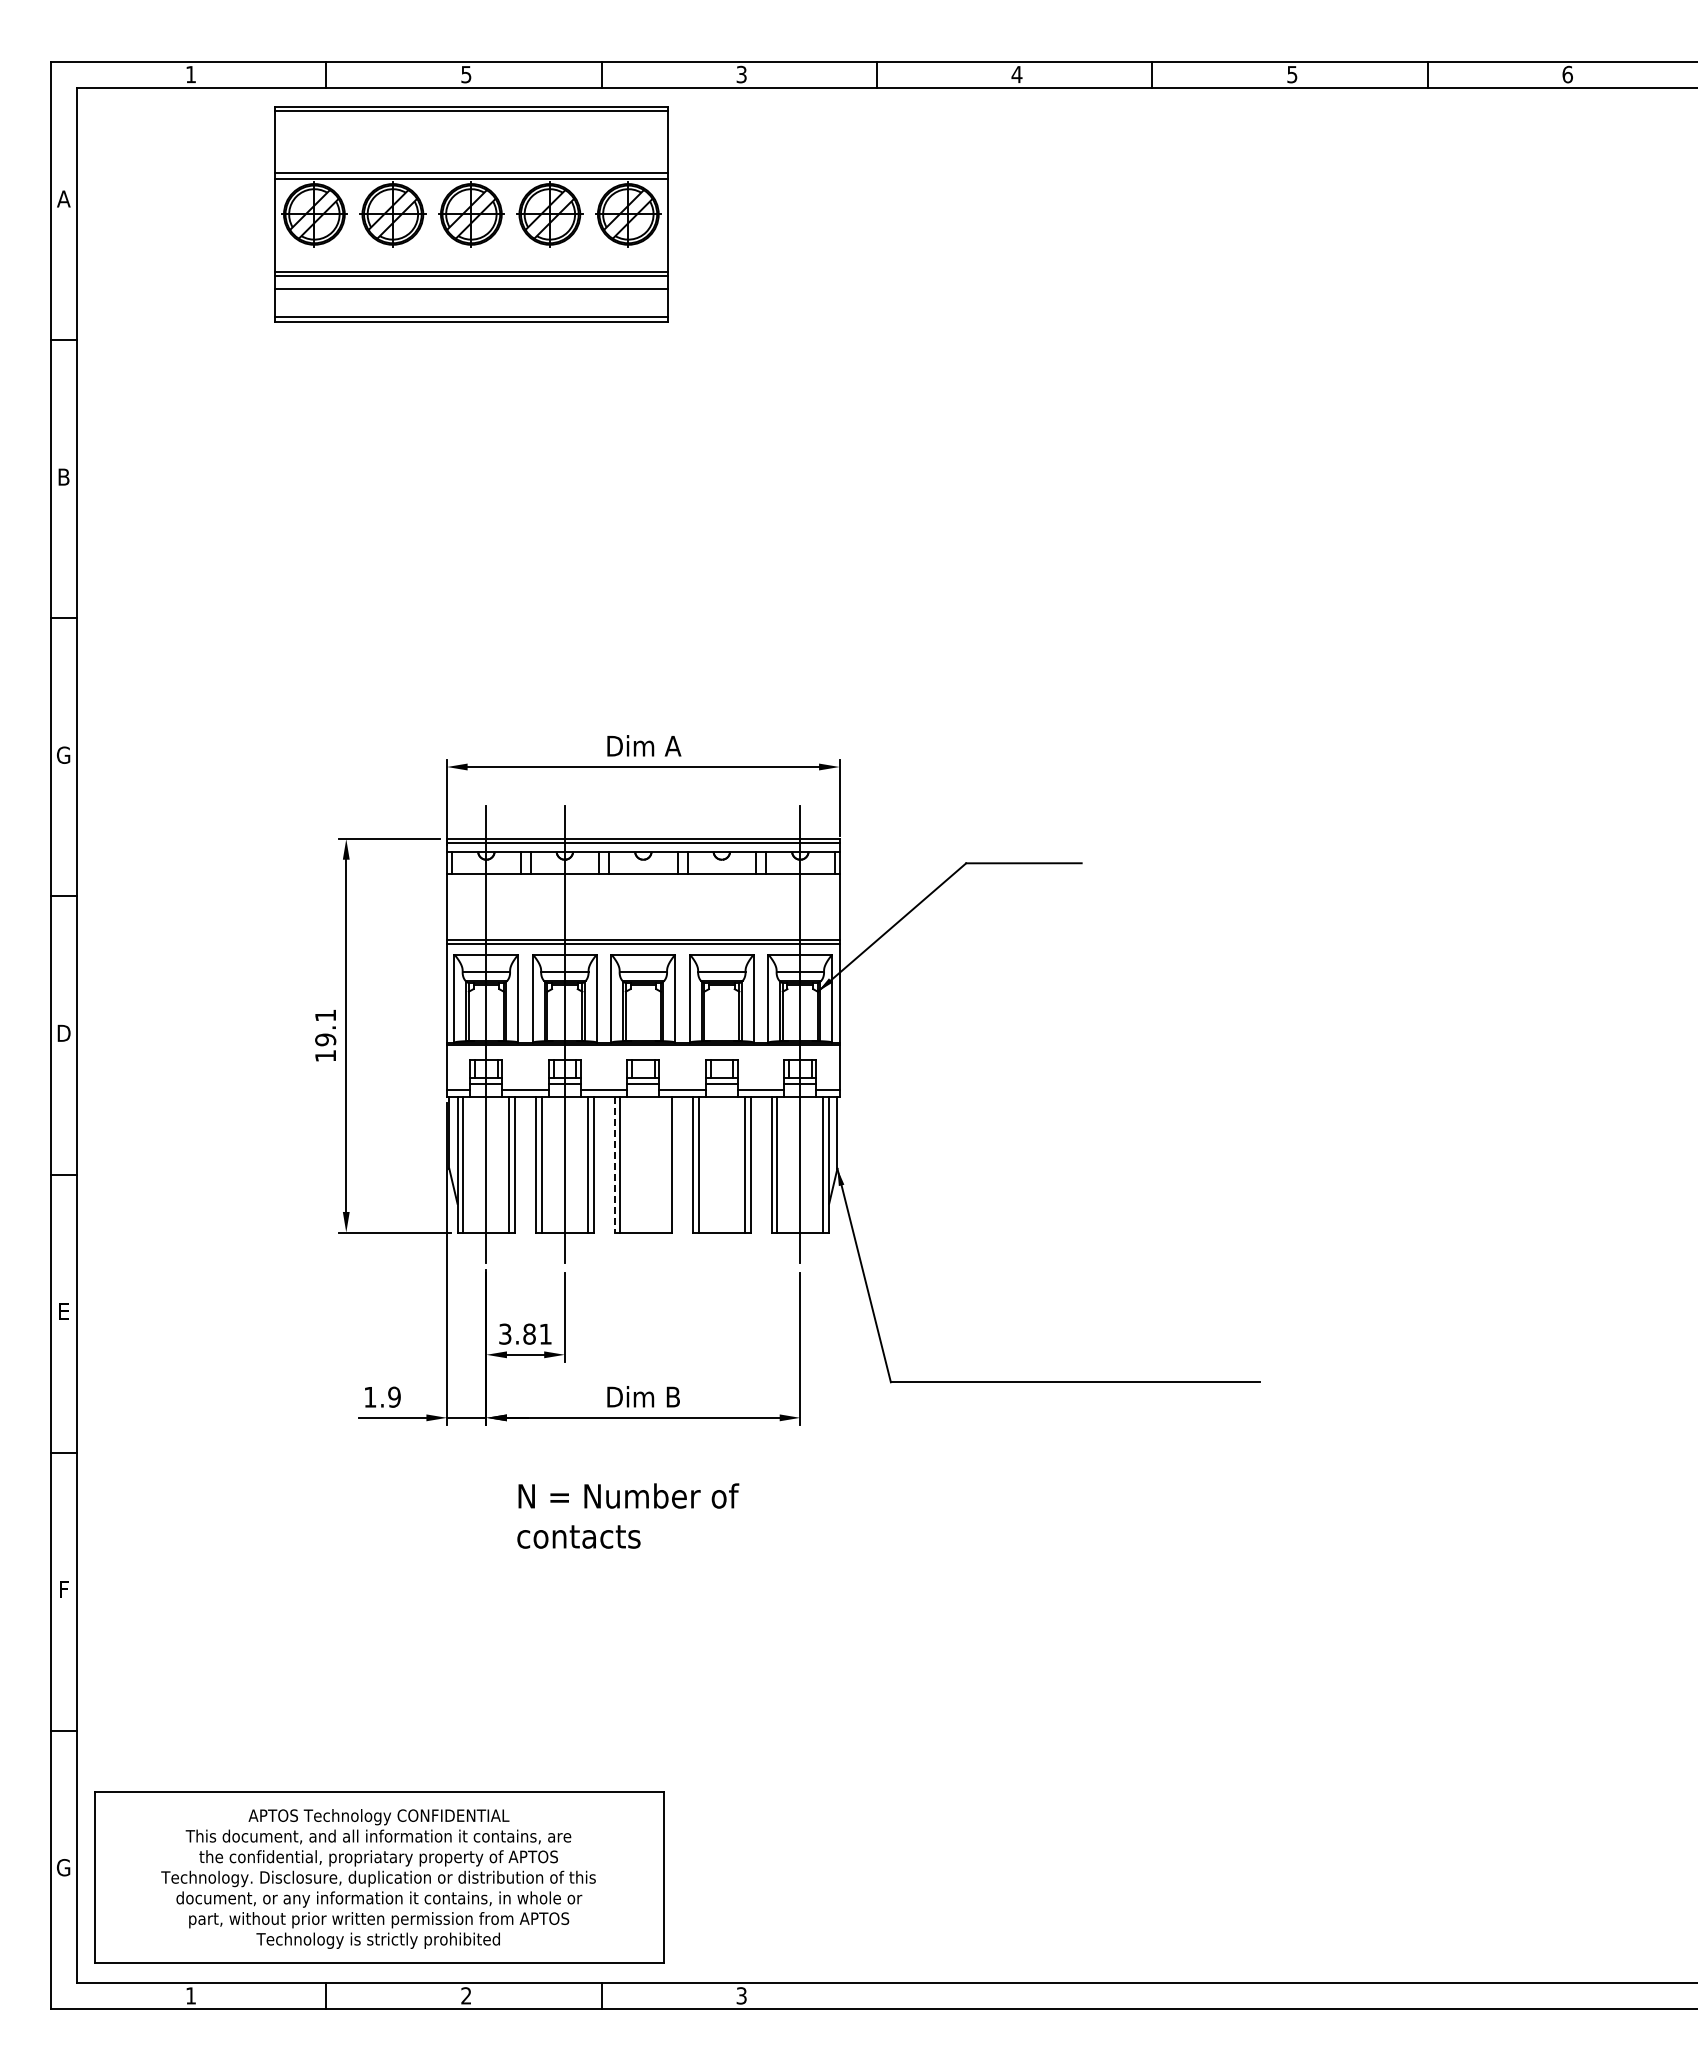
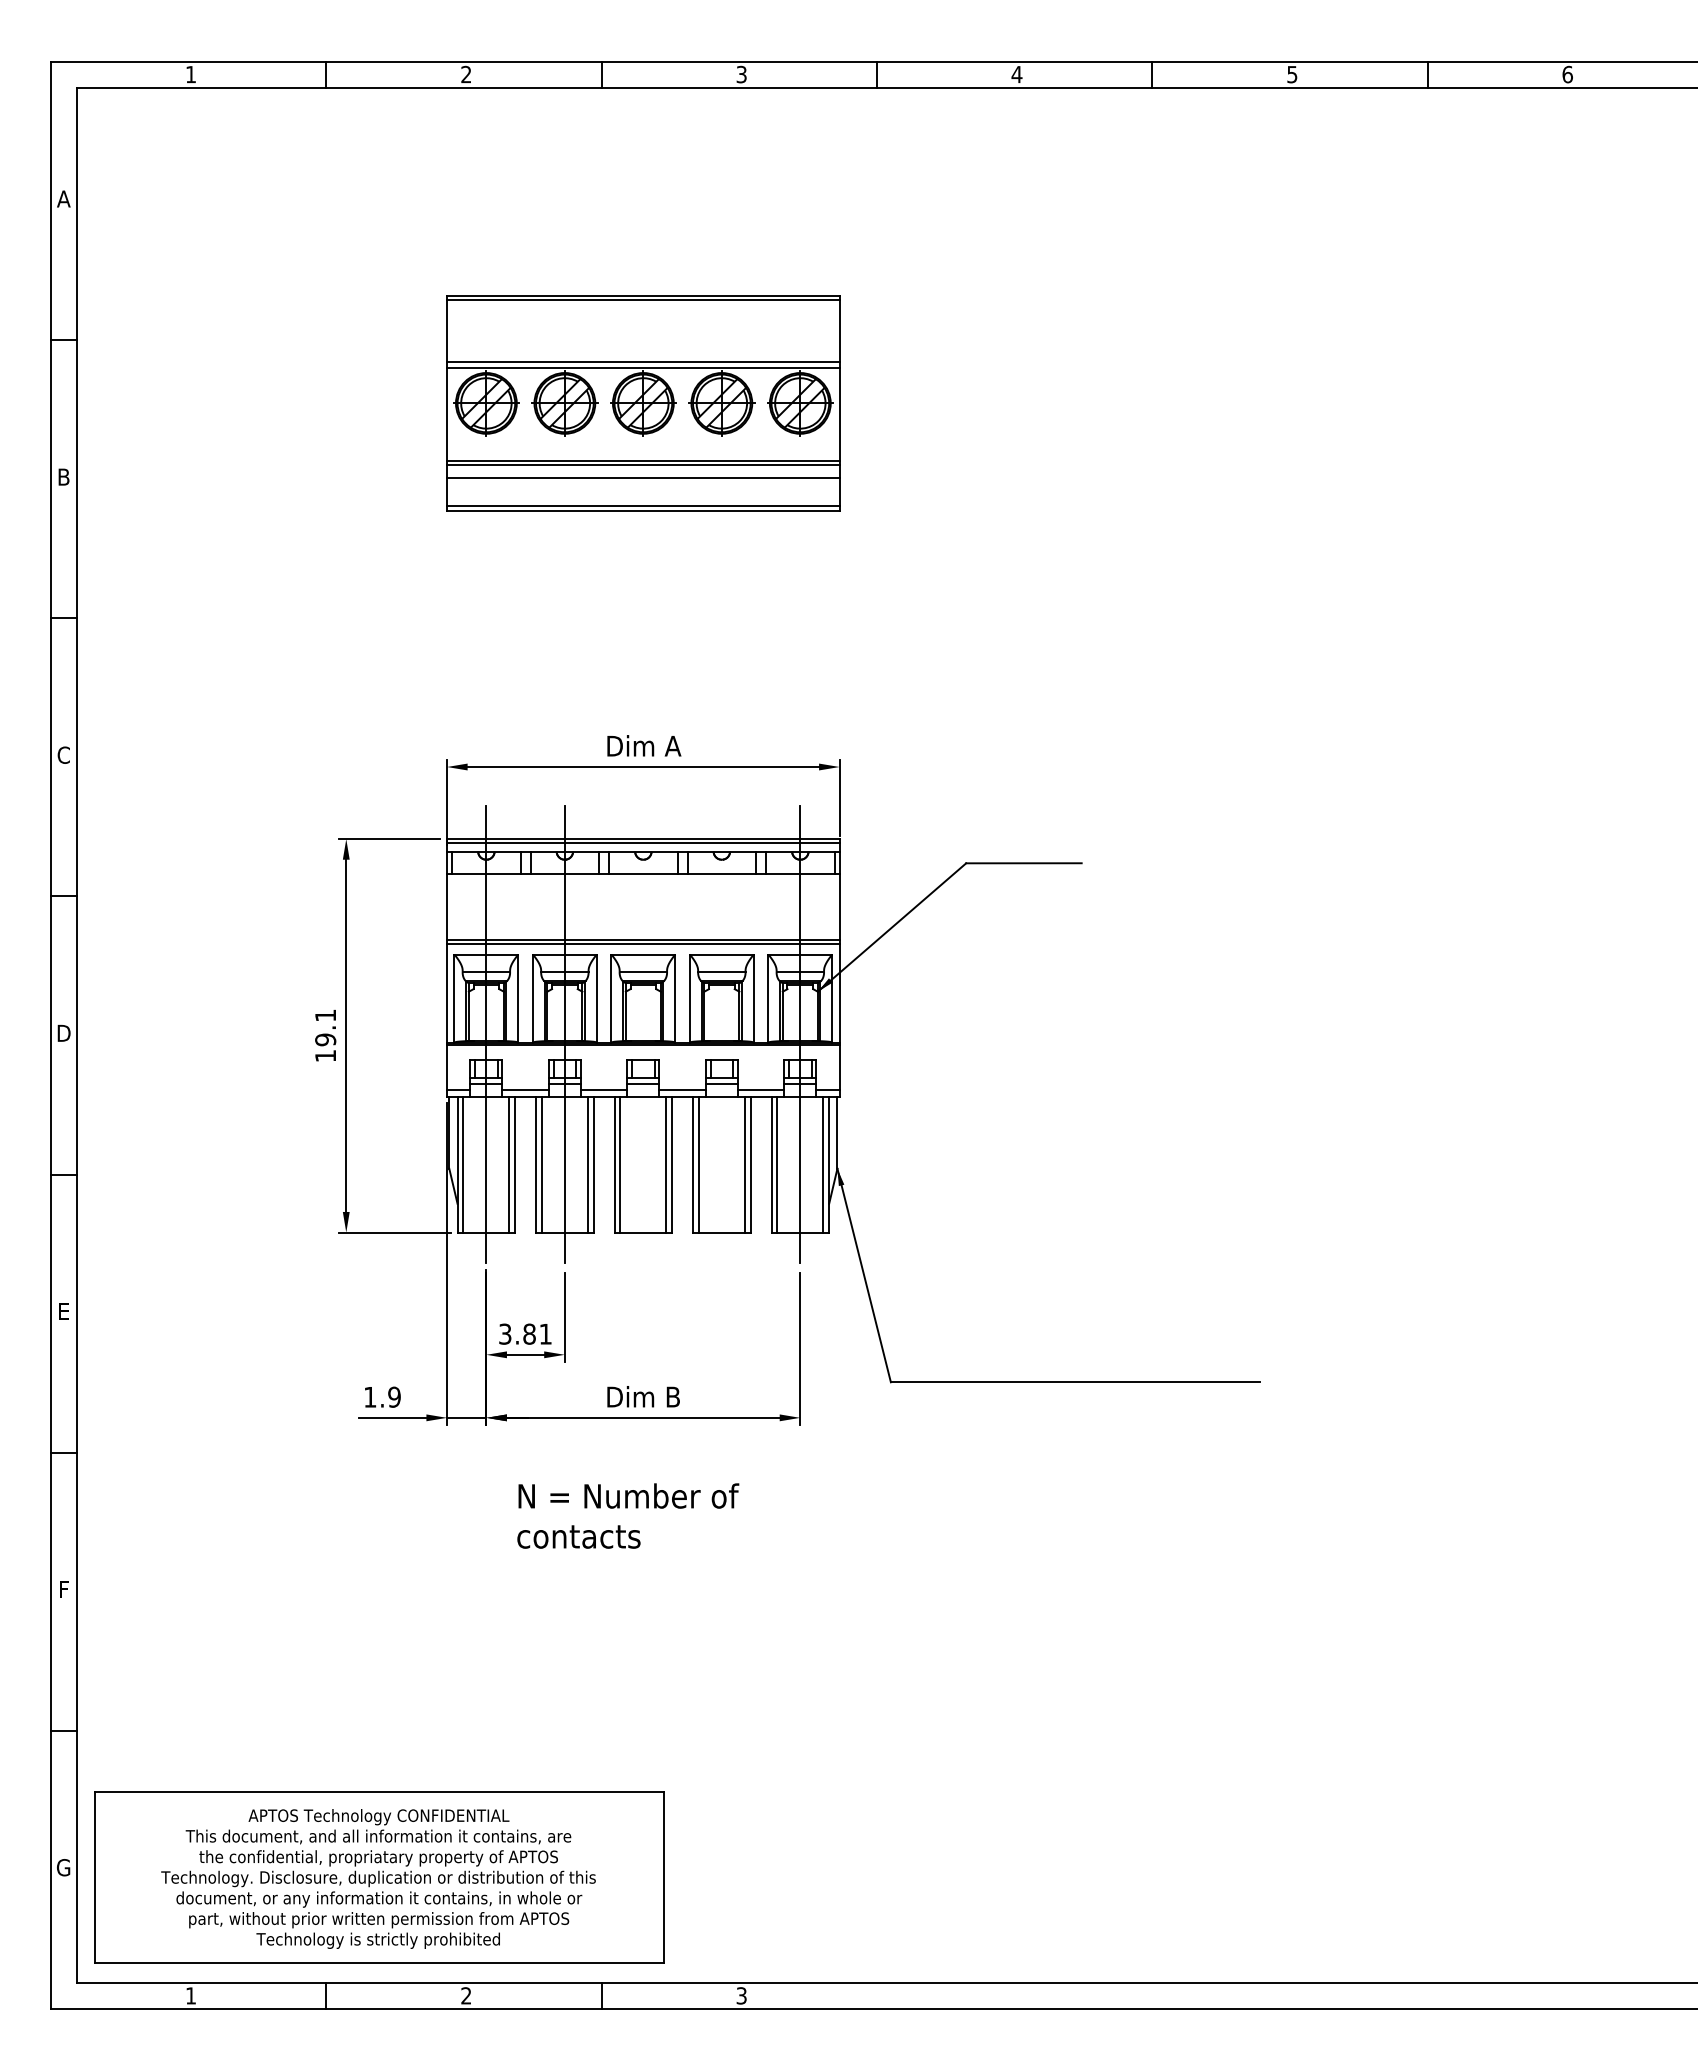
text at (466, 74): 5 -> 2
part at (471, 214) position: (471, 214) -> (643, 403)
text at (63, 754): G -> C
line at (614, 1164): dashed -> solid
line at (666, 1164): none -> present
